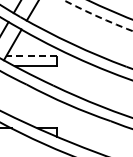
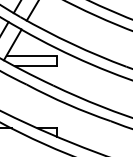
arc at (97, 16): dashed -> solid
line at (31, 56): dashed -> solid
